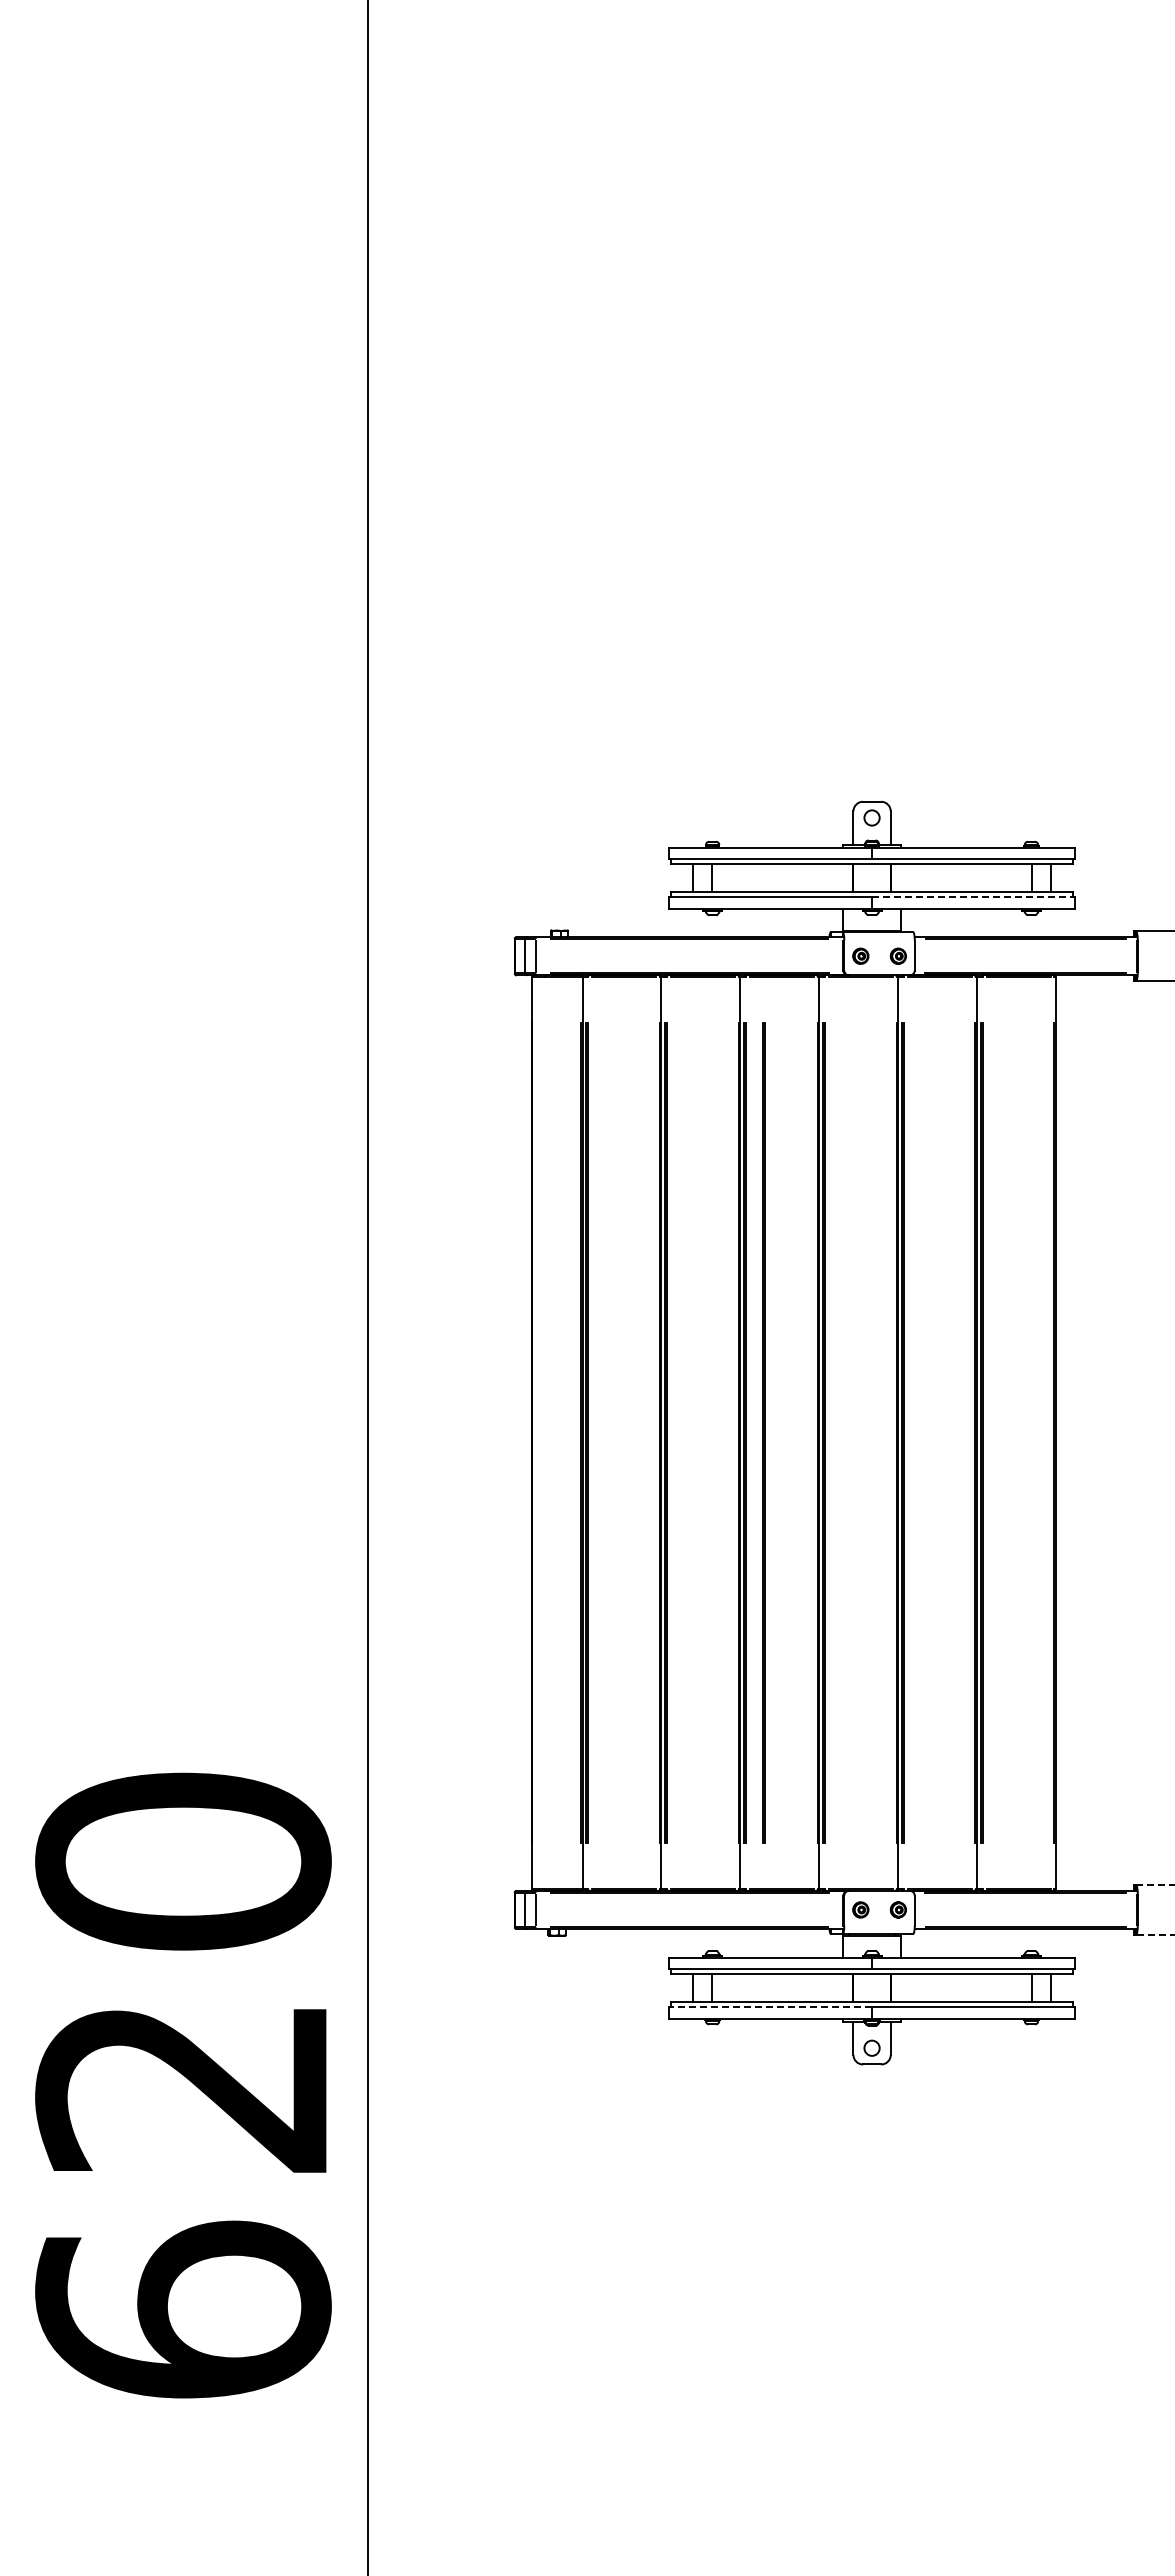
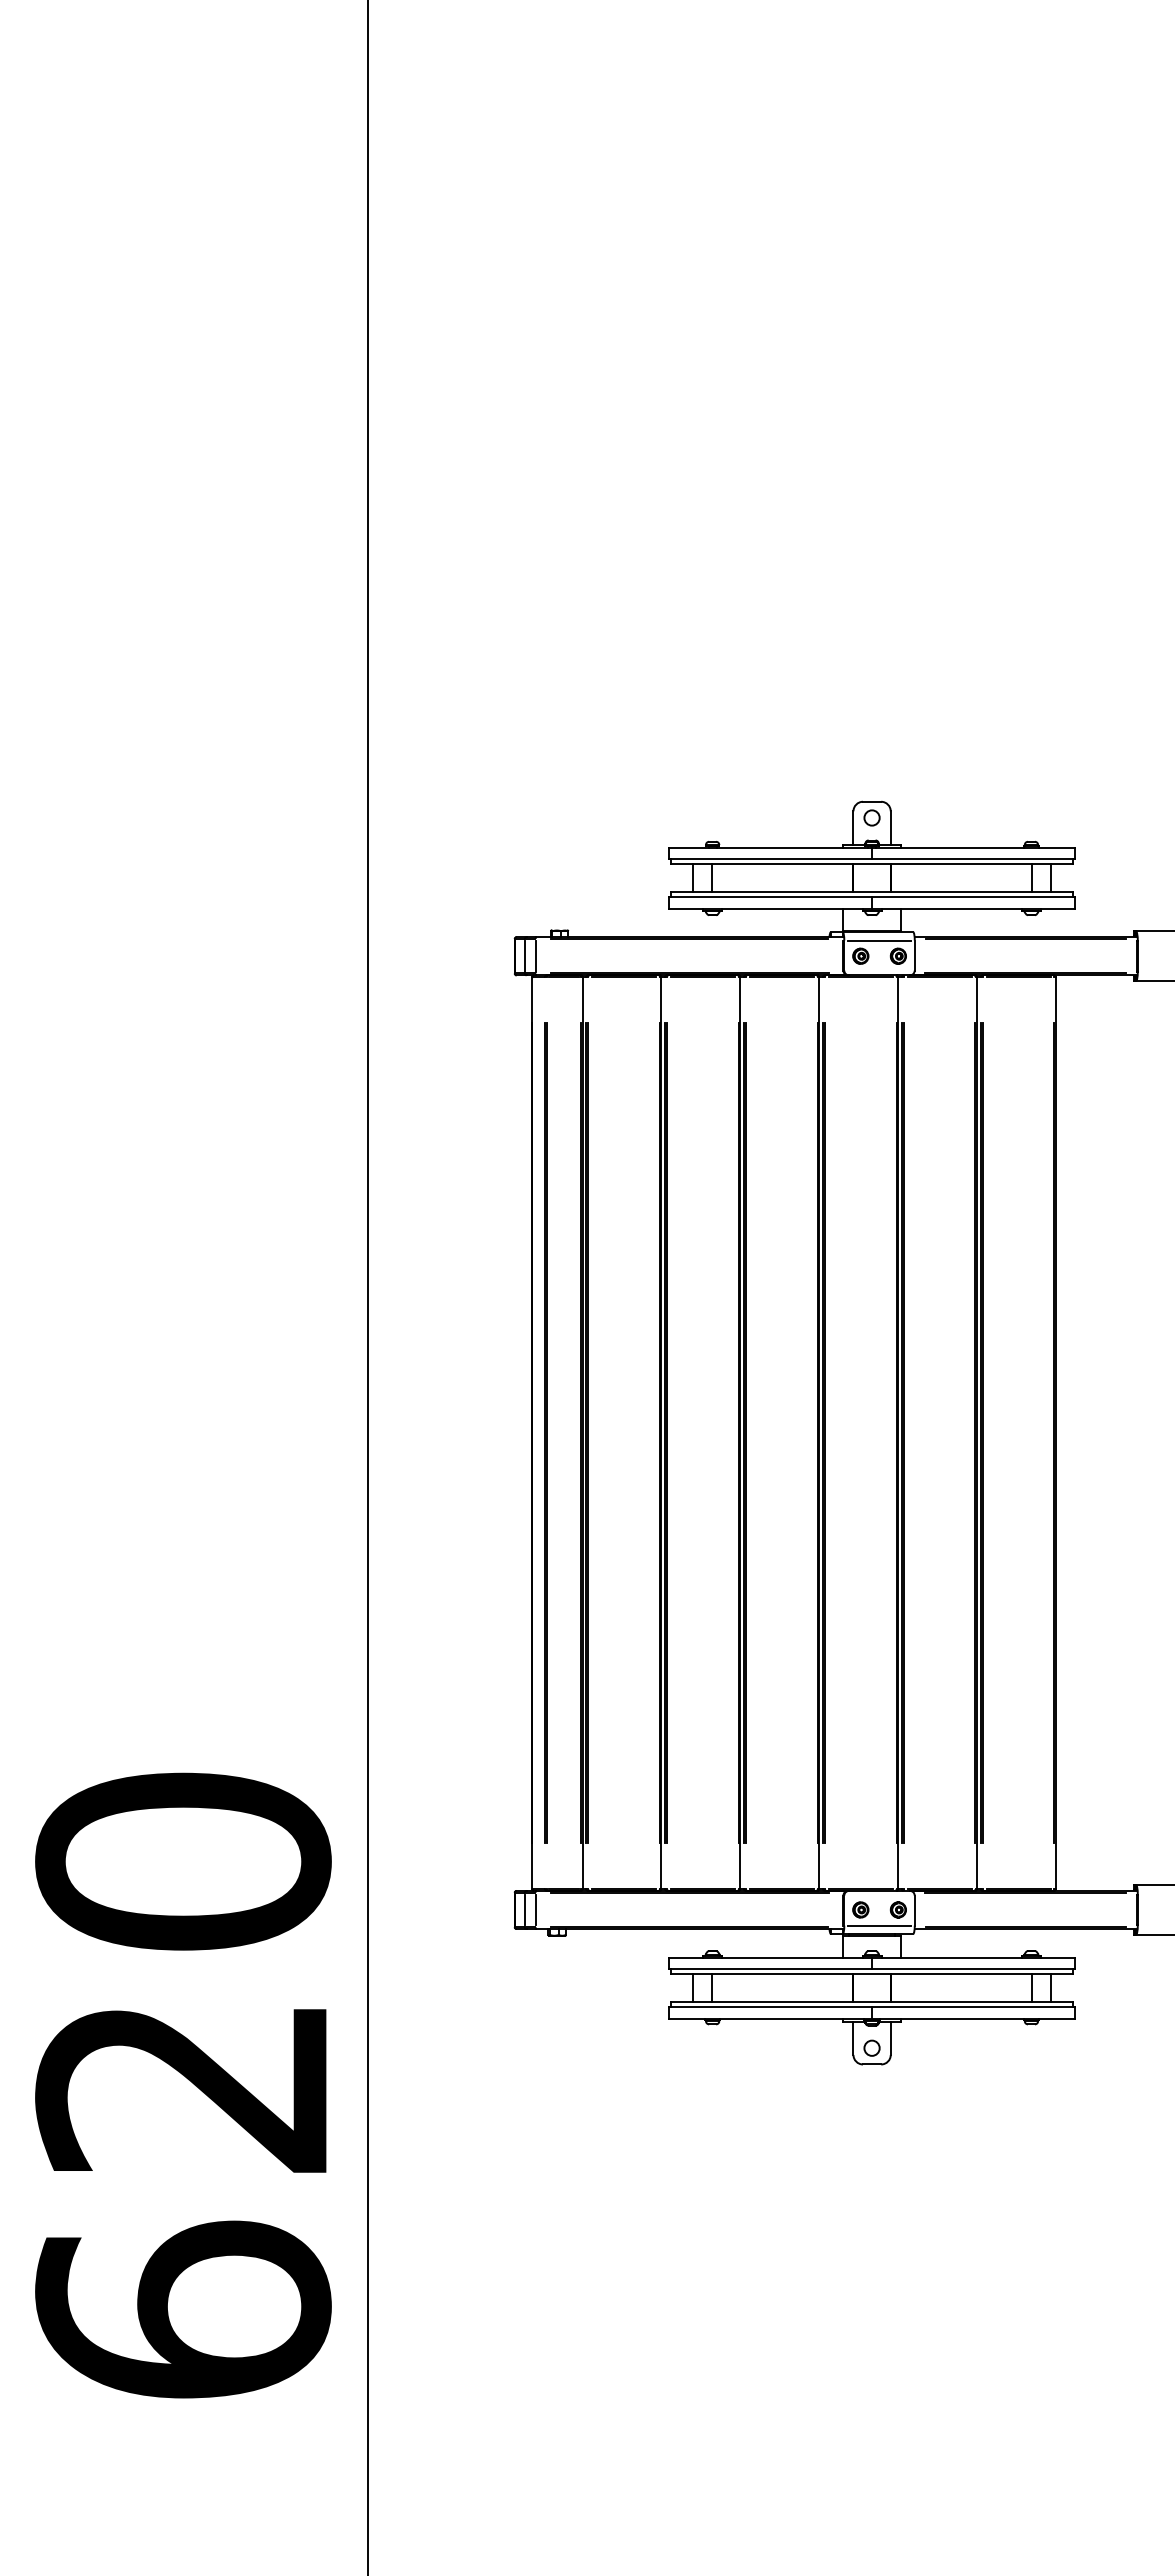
line at (973, 897): dashed -> solid
line at (879, 940): none -> present
line at (763, 1432) position: (763, 1432) -> (545, 1432)
line at (1156, 1885): dashed -> solid
line at (879, 1925): none -> present
line at (1155, 1934): dashed -> solid
line at (770, 2007): dashed -> solid
